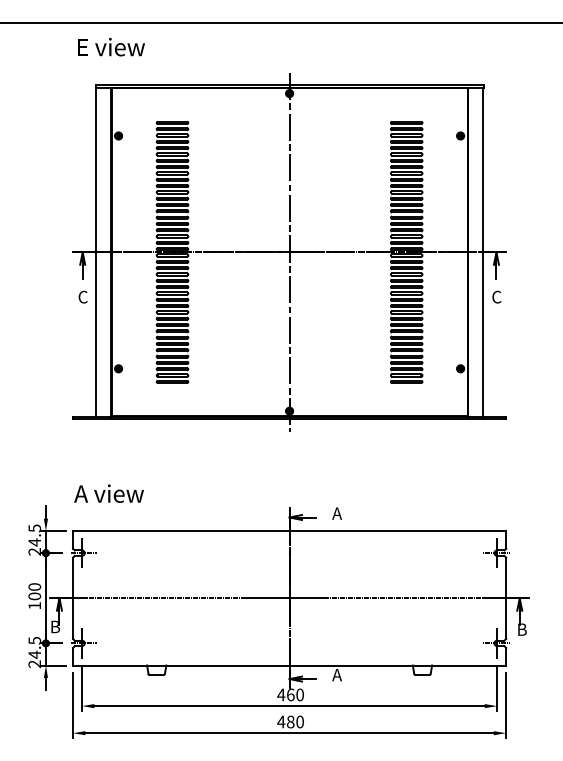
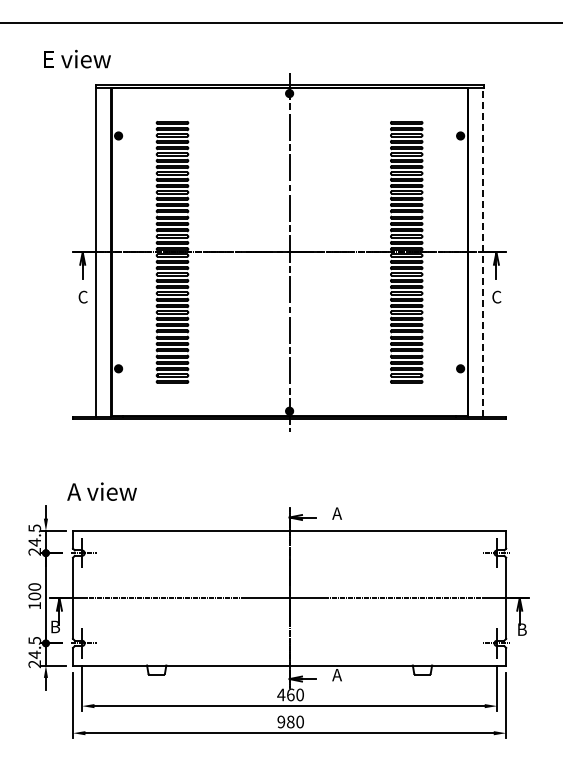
text at (111, 46) position: (111, 46) -> (77, 58)
line at (483, 251): solid -> dashed
text at (108, 493) position: (108, 493) -> (101, 491)
text at (281, 721): 480 -> 980
